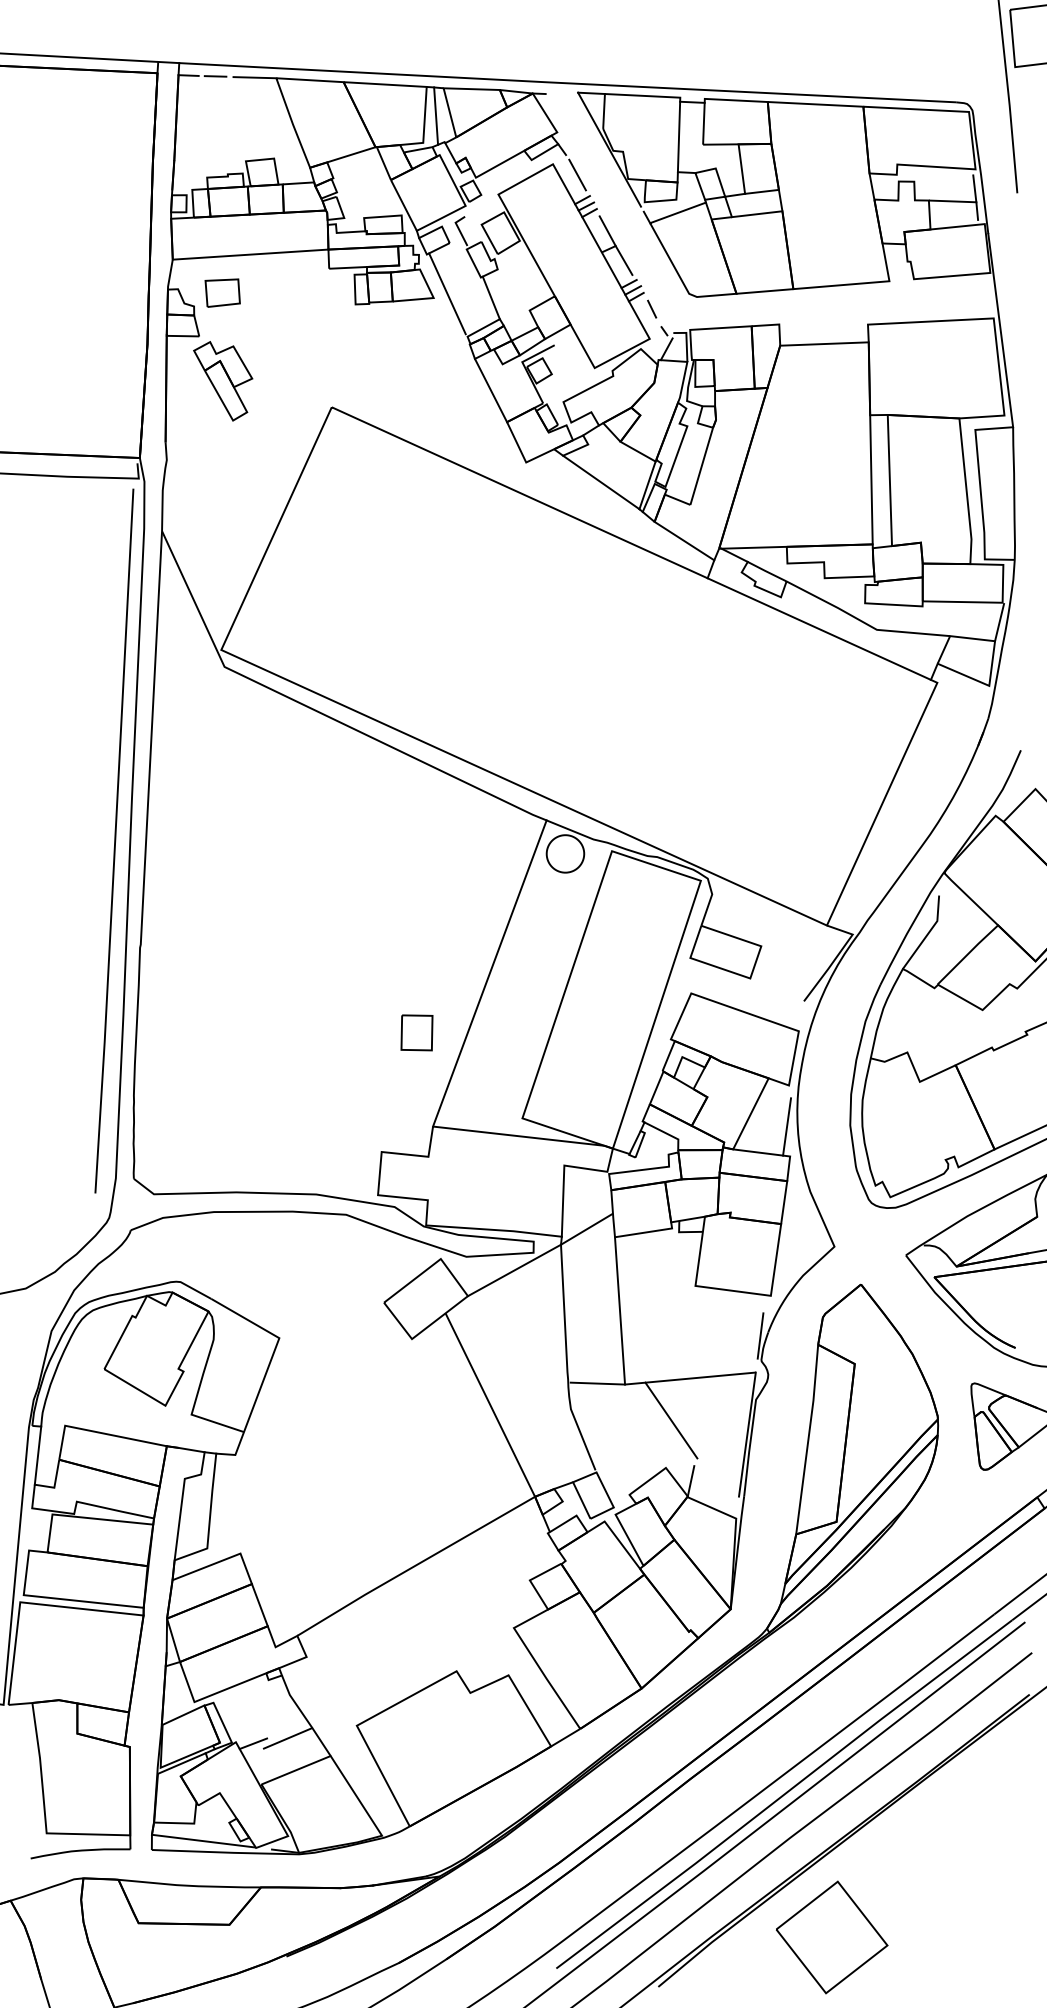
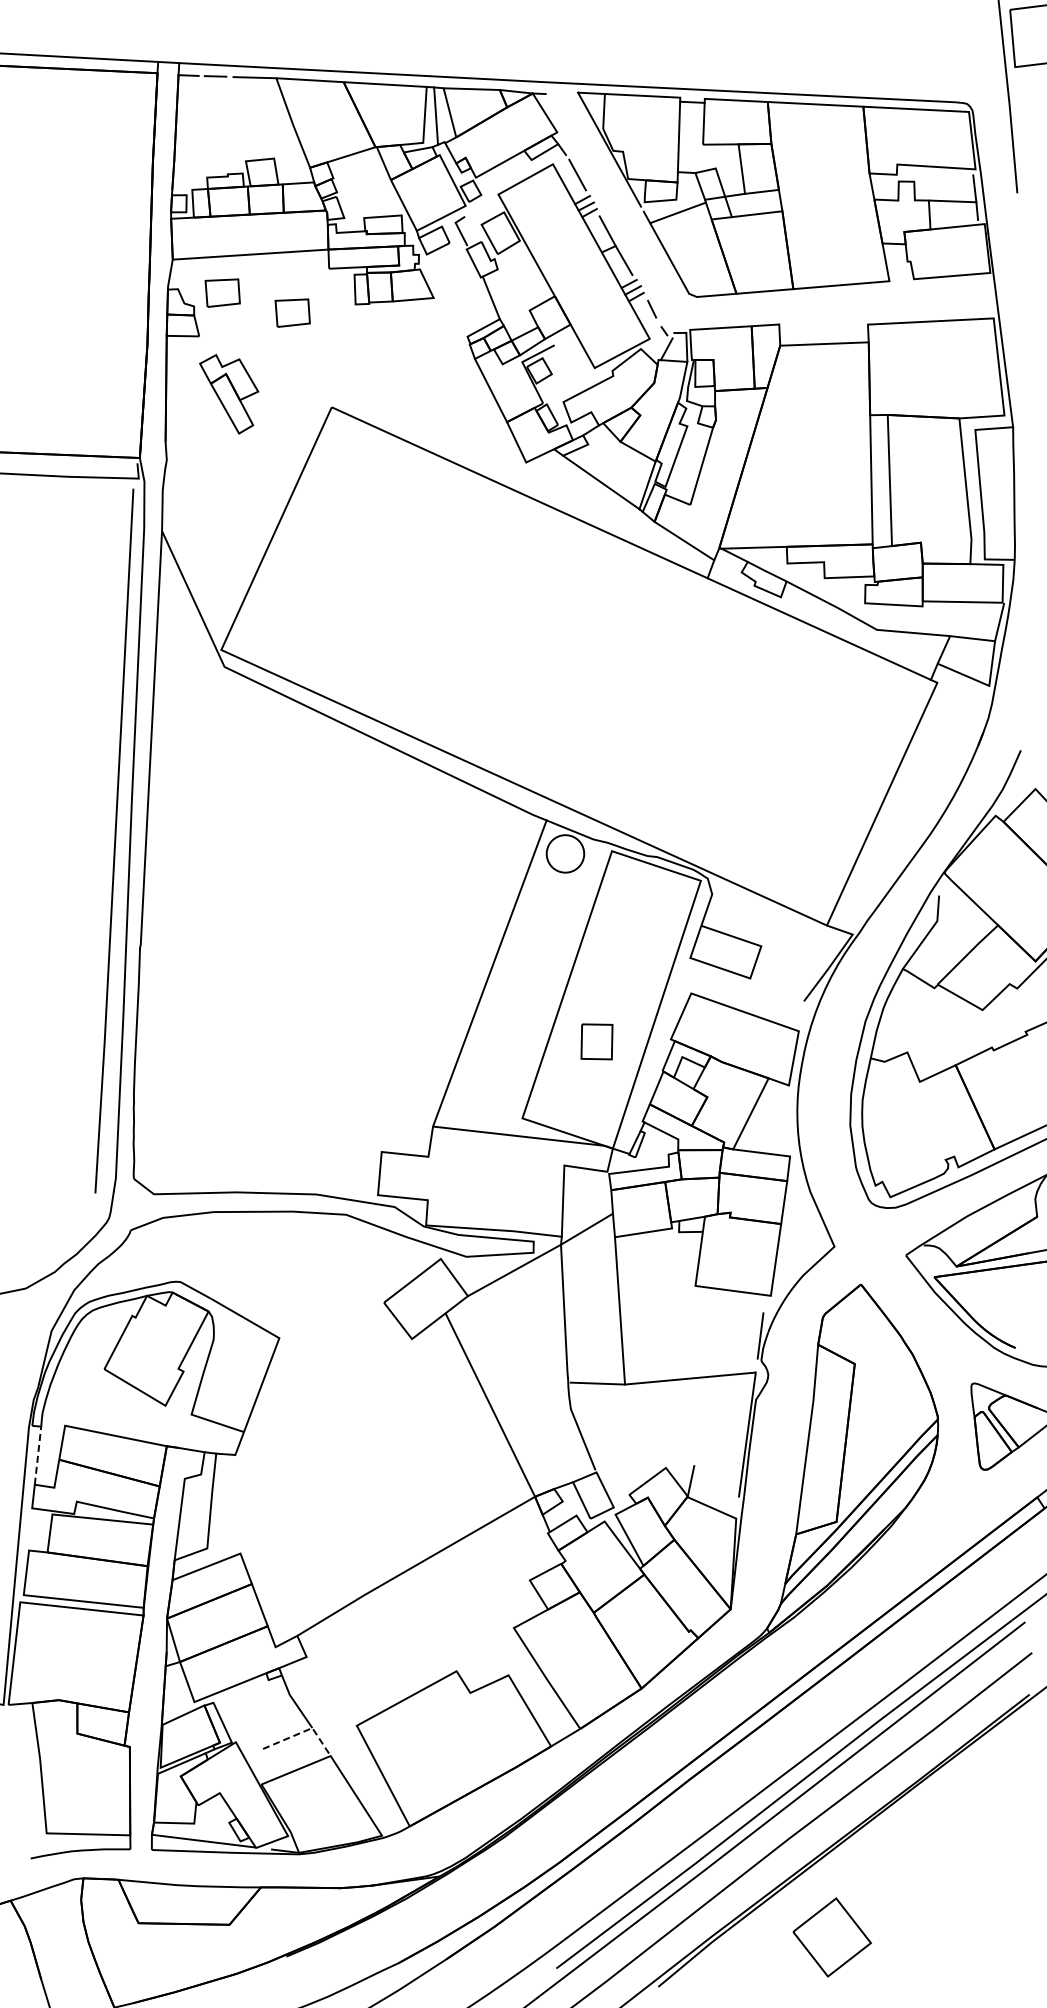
line at (447, 293): present -> none
part at (292, 312): none -> present
part at (223, 381) position: (223, 381) -> (229, 394)
part at (416, 1032) position: (416, 1032) -> (596, 1041)
line at (787, 1126): present -> none
line at (671, 1420): present -> none
line at (38, 1455): solid -> dashed
line at (304, 1731): solid -> dashed
line at (253, 1743): present -> none
part at (832, 1937) size: 113x115 px -> 80x81 px
